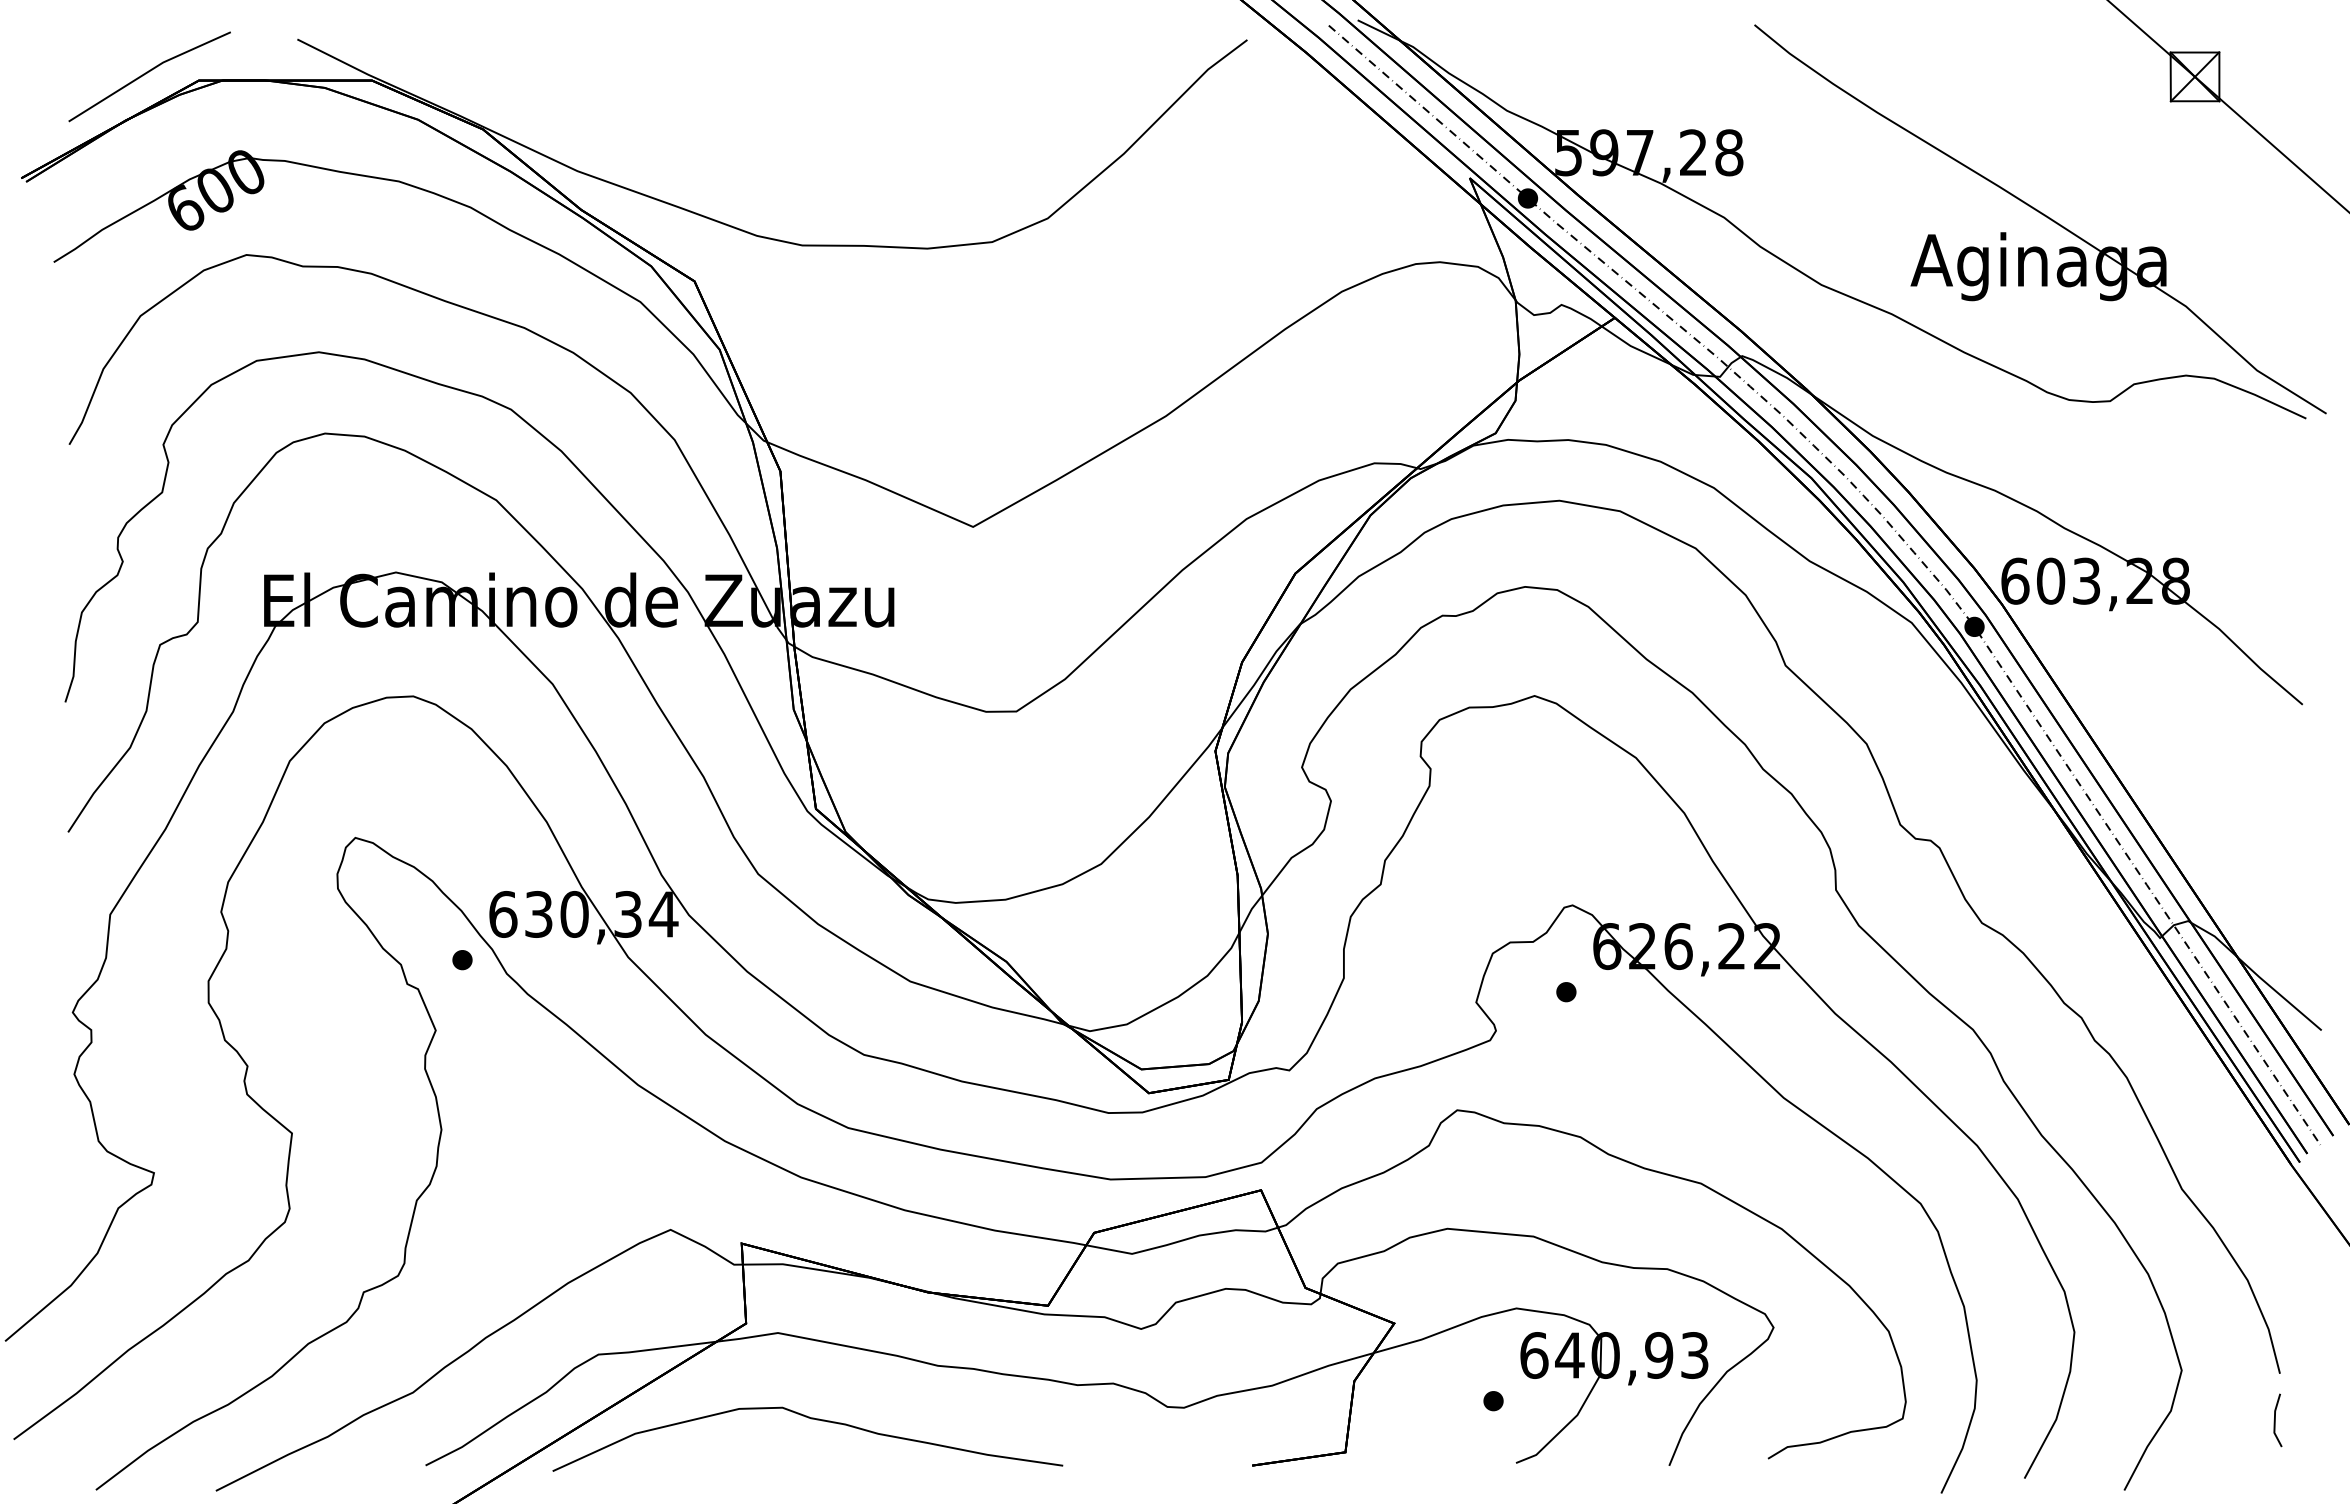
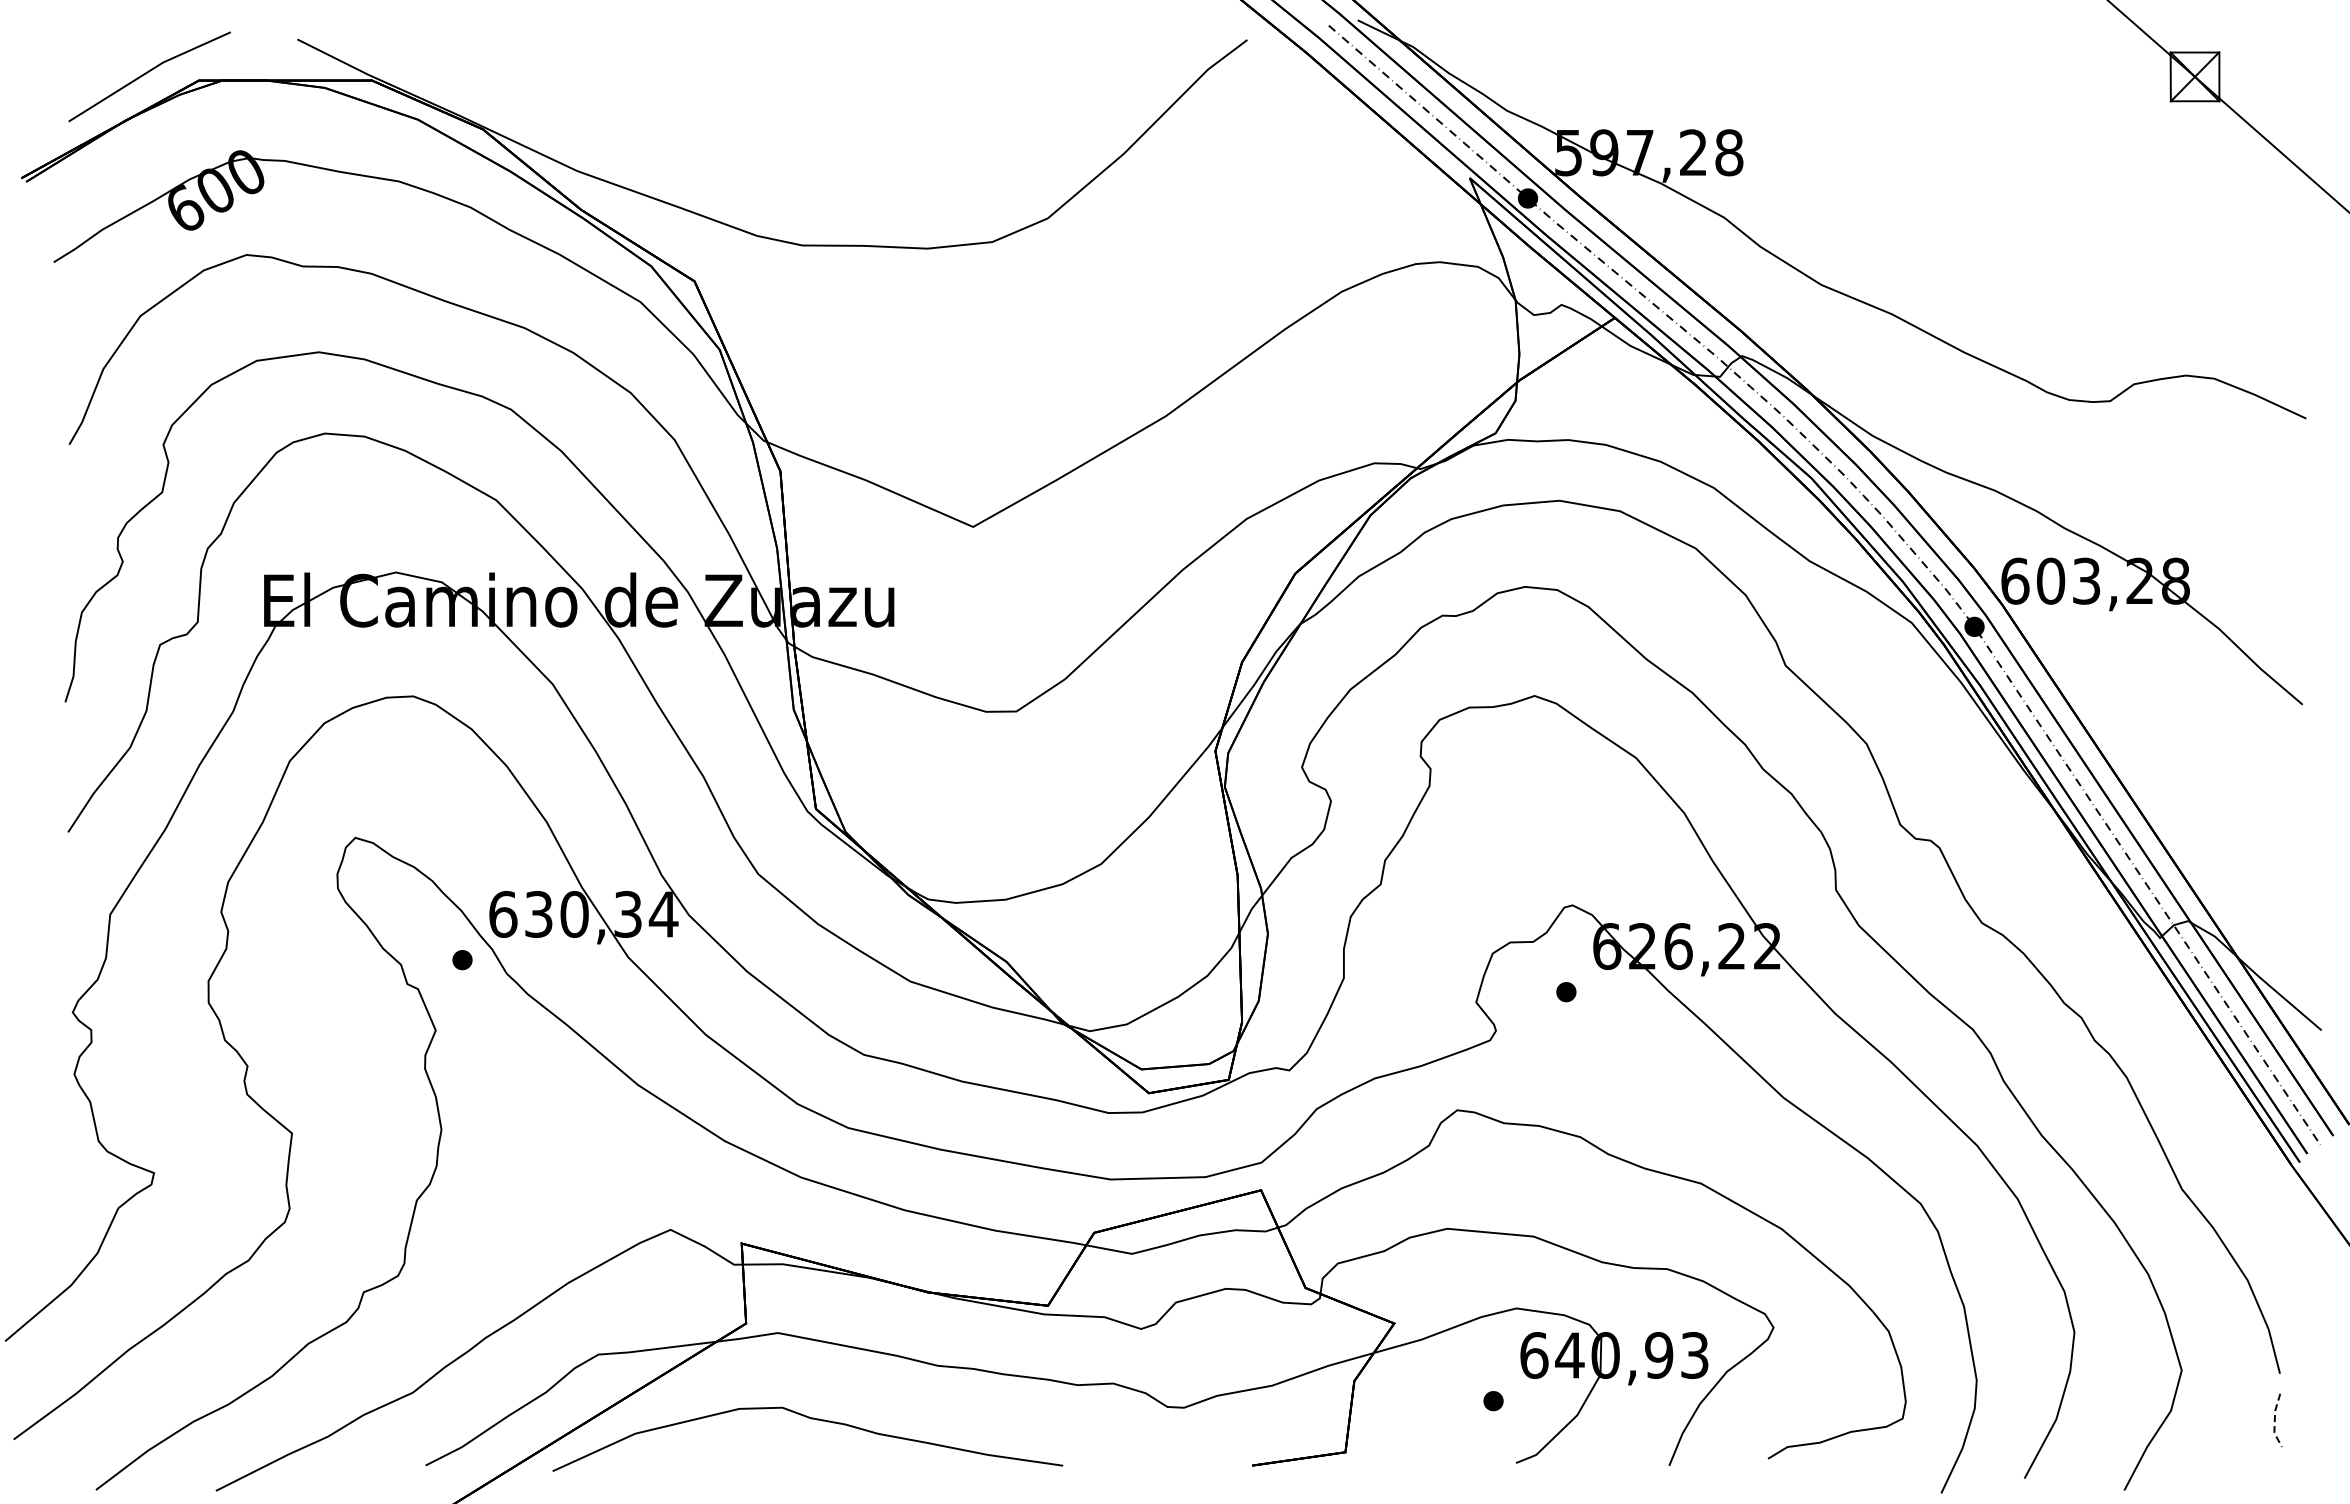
part at (2040, 219): present -> none
line at (2274, 1421): solid -> dashed
